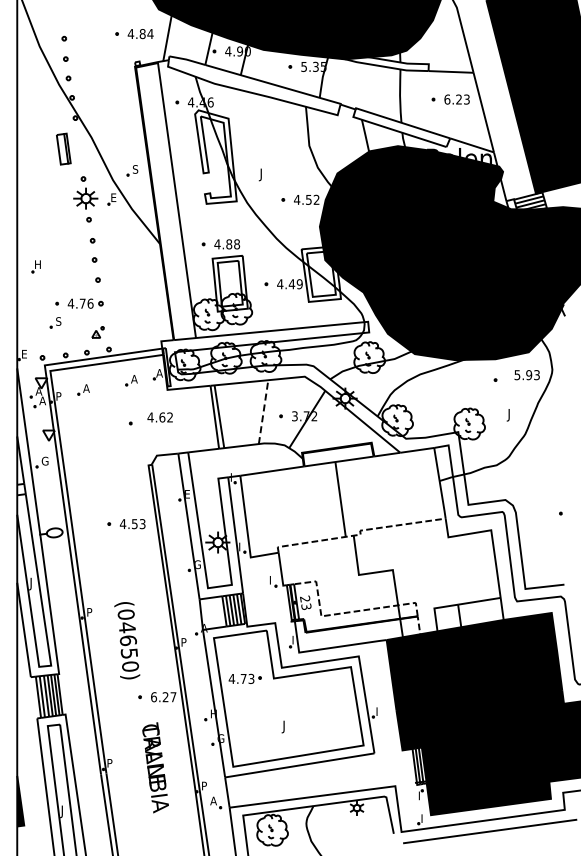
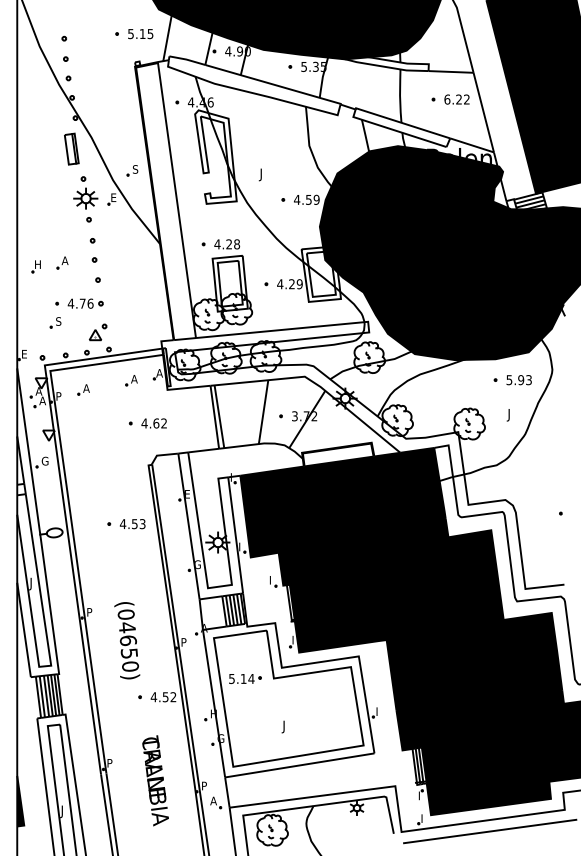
text at (140, 34): 4.84 -> 5.15
text at (466, 99): 6.23 -> 6.22
part at (63, 148) position: (63, 148) -> (71, 148)
text at (316, 199): 4.52 -> 4.59
text at (229, 244): 4.88 -> 4.28
part at (62, 262): none -> present
text at (291, 284): 4.49 -> 4.29
part at (97, 332) size: 14x13 px -> 20x19 px
text at (526, 375) position: (526, 375) -> (518, 380)
line at (263, 411): dashed -> solid
text at (159, 417) position: (159, 417) -> (153, 423)
fill at (371, 549): none -> present
text at (241, 678): 4.73 -> 5.14
text at (163, 697): 6.27 -> 4.52
text at (155, 767) position: (155, 767) -> (155, 780)
